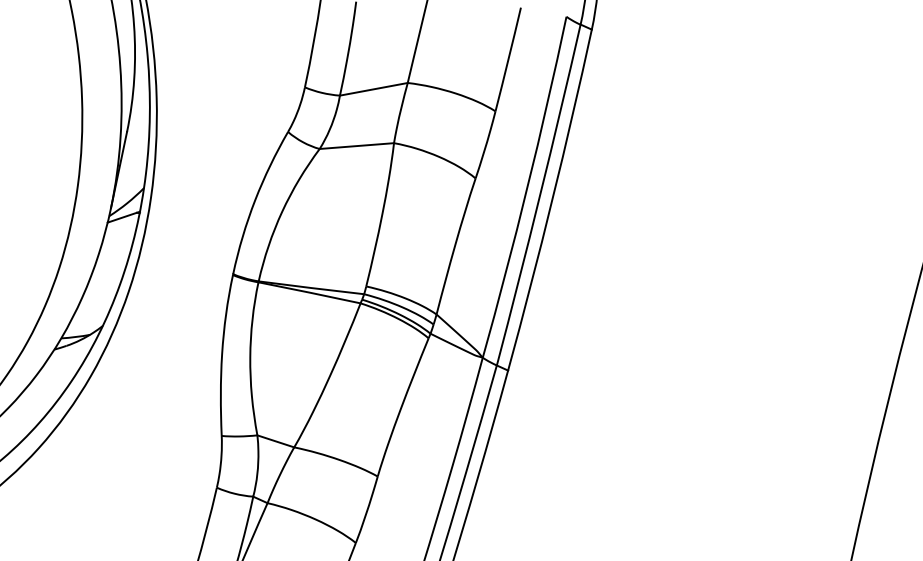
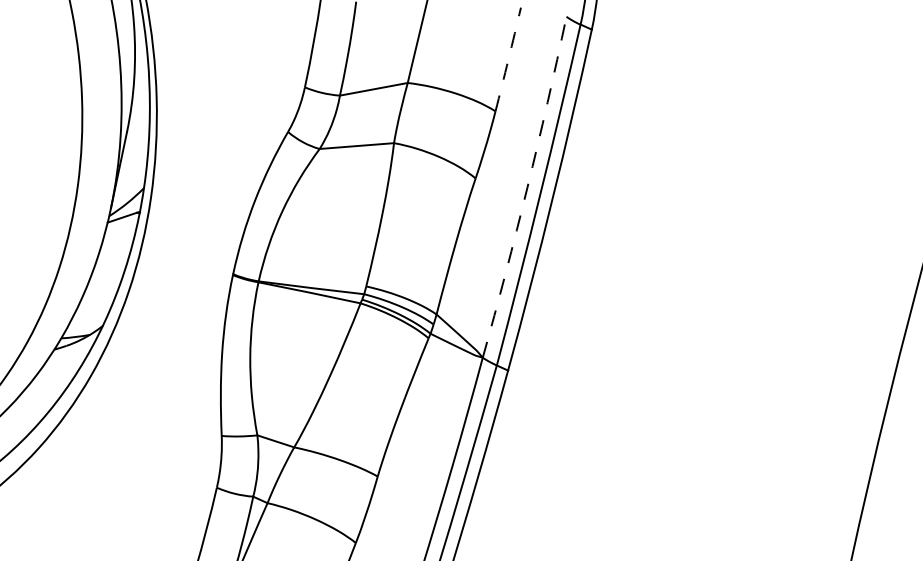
arc at (508, 59): solid -> dashed
arc at (527, 187): solid -> dashed
